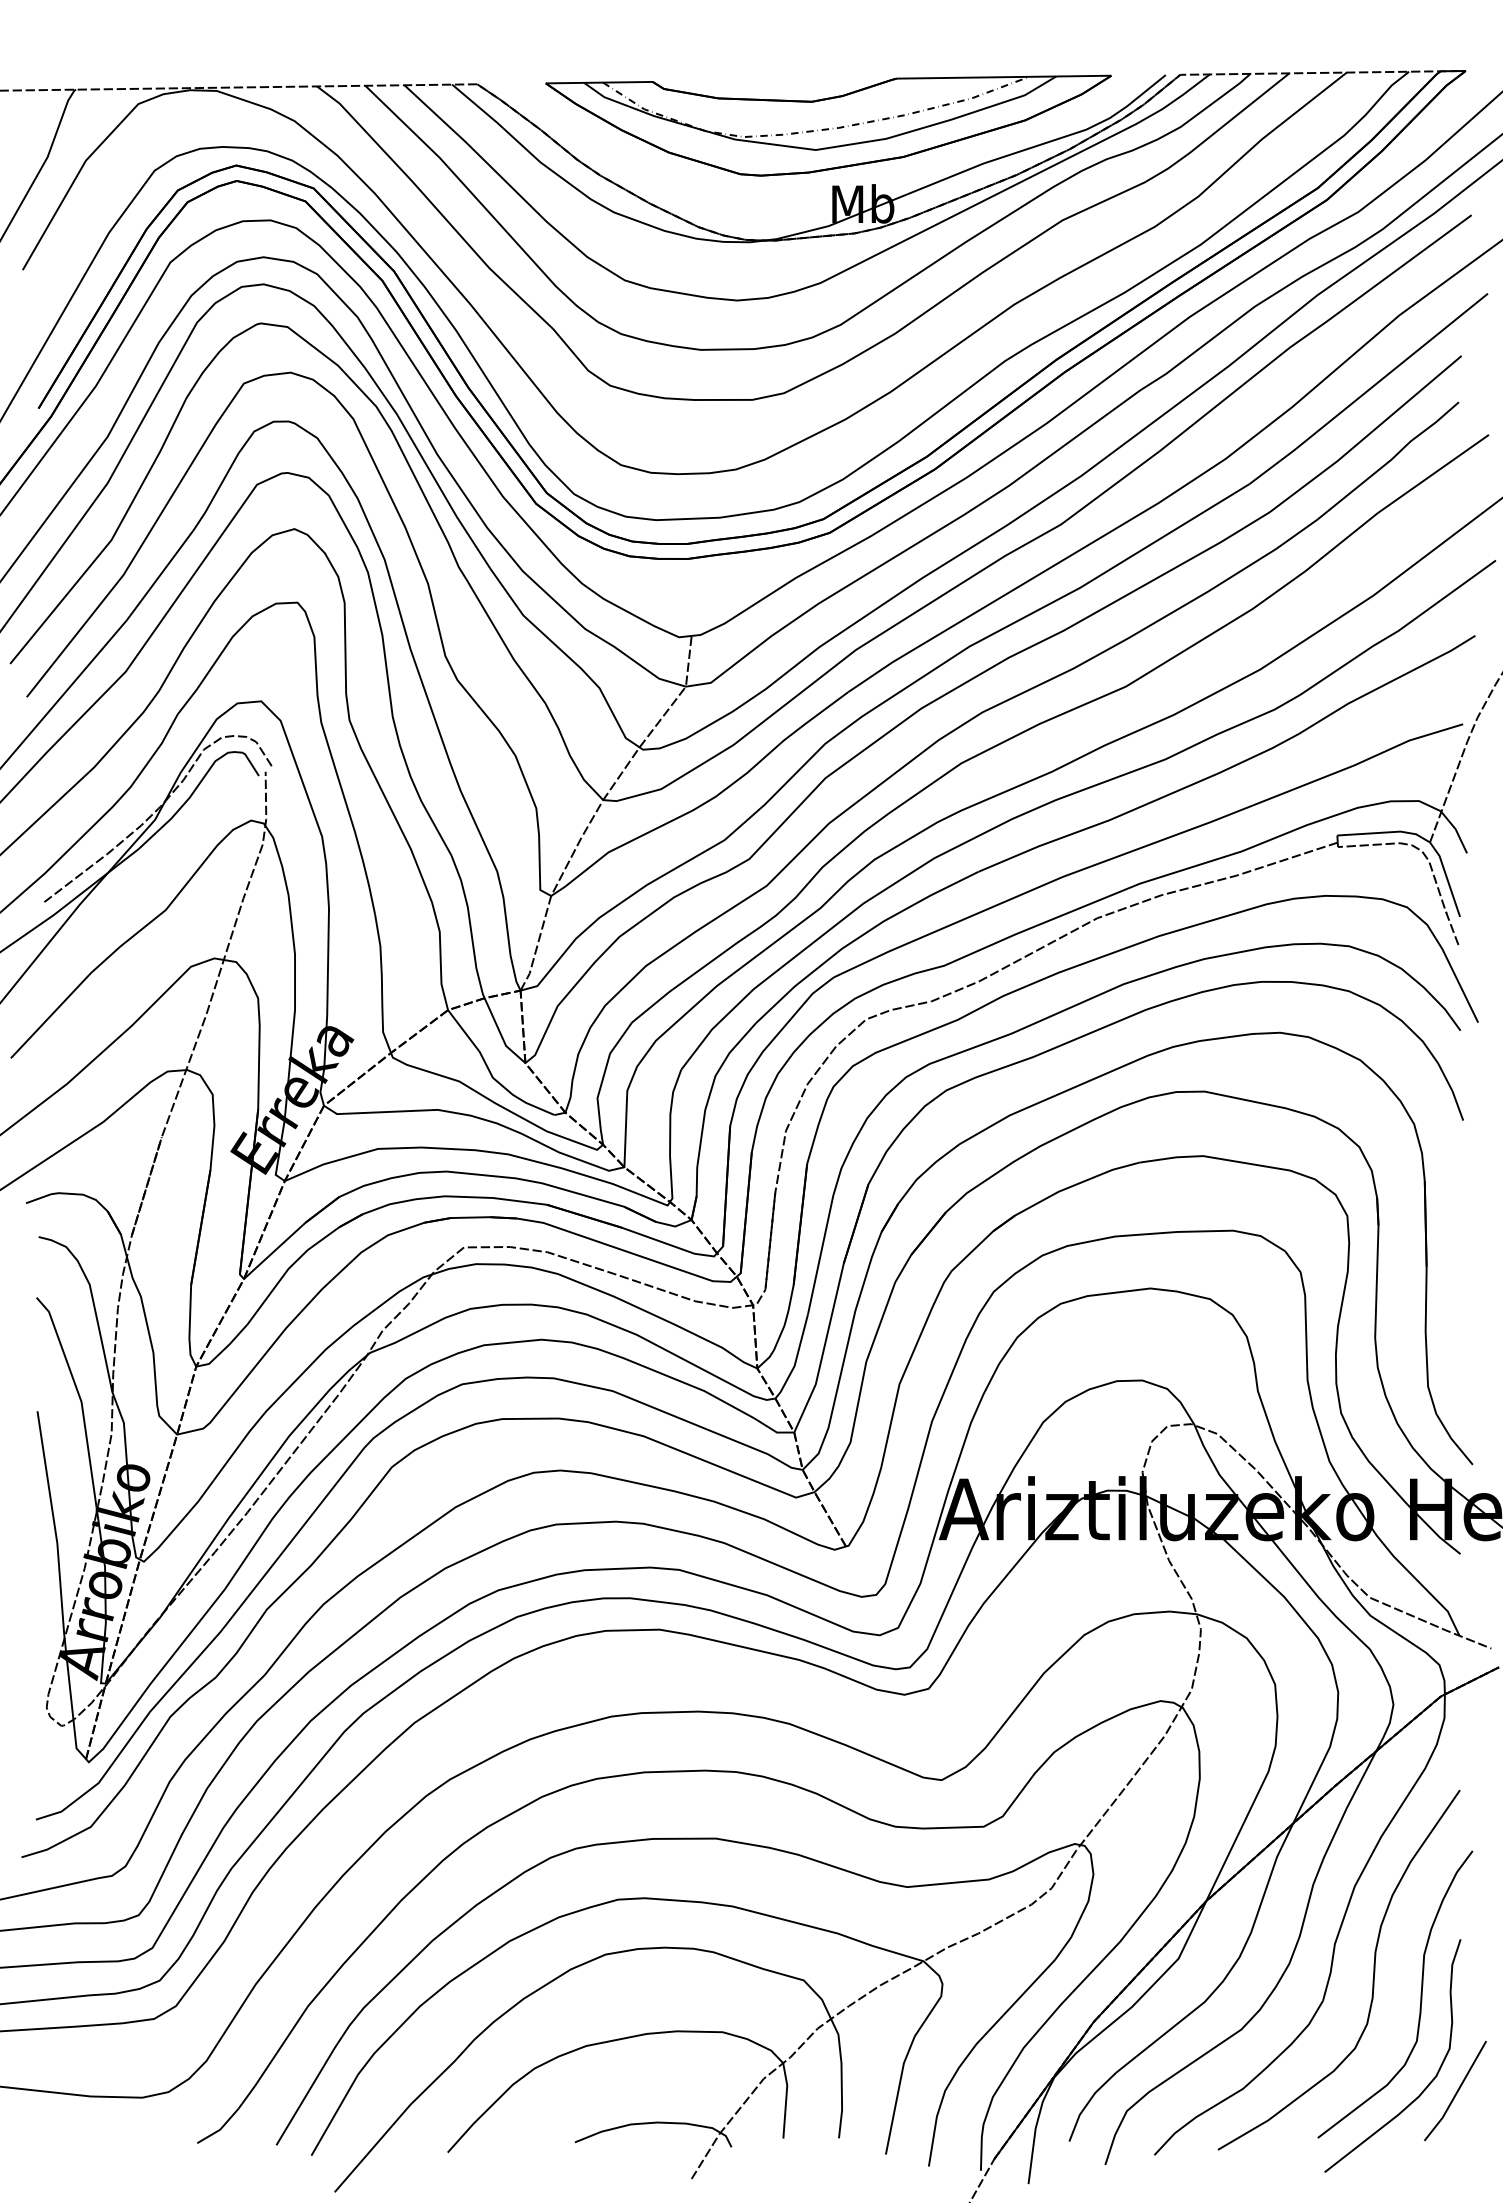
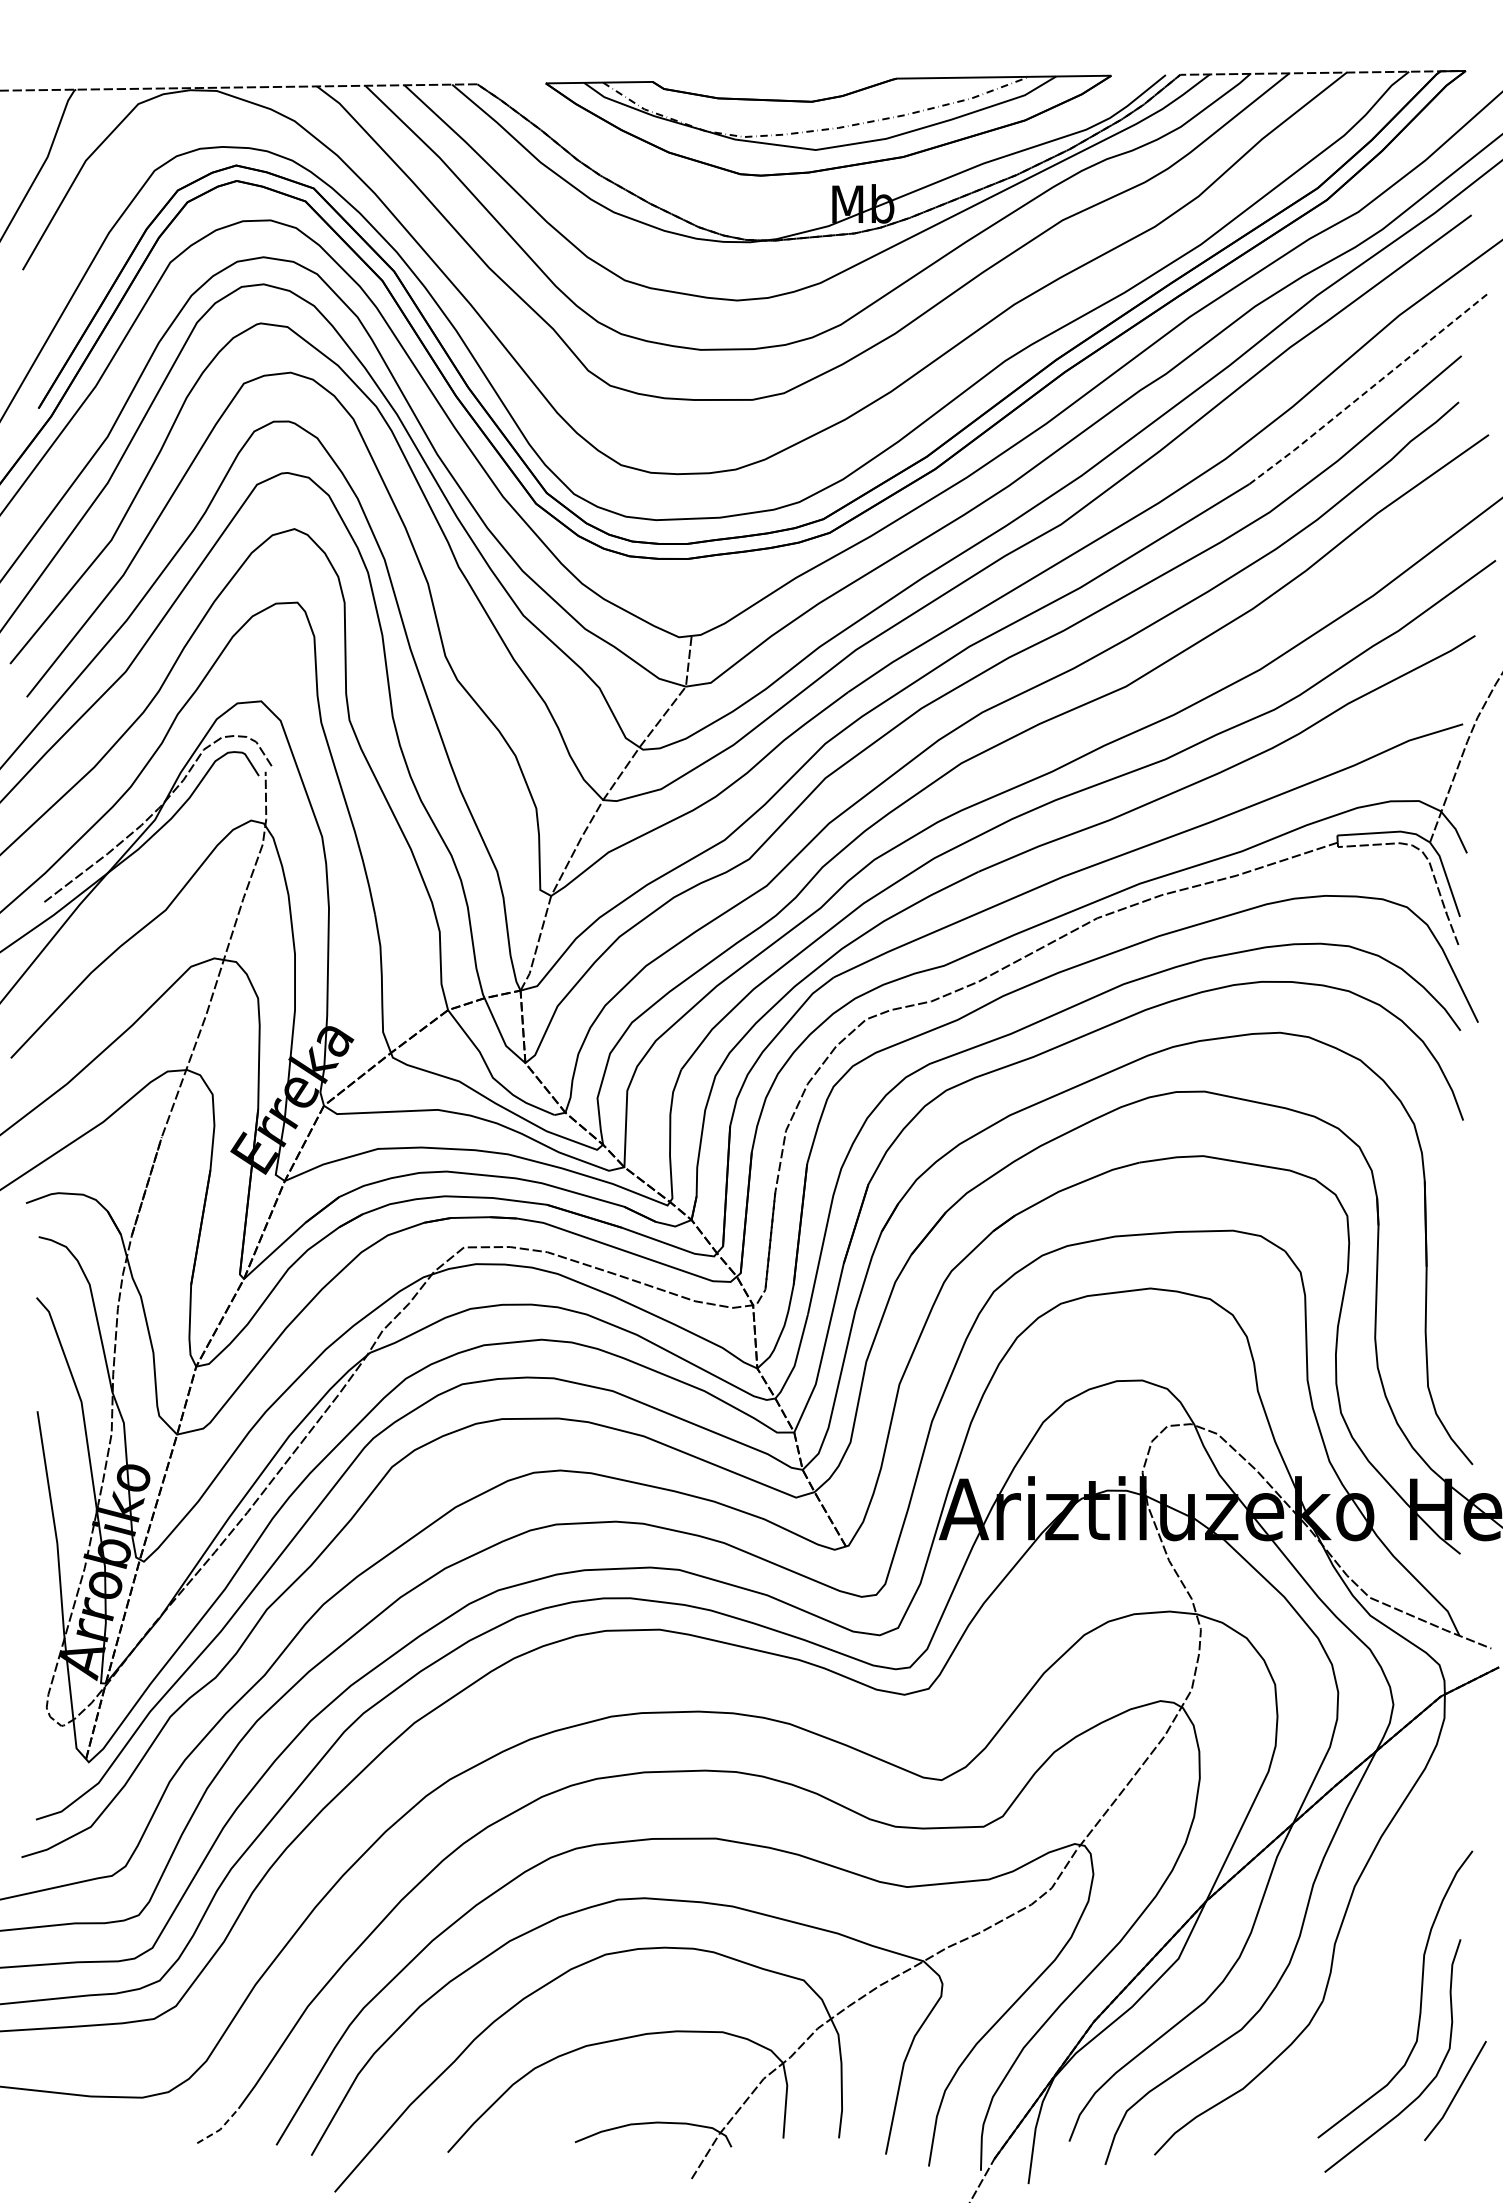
line at (1368, 390): solid -> dashed
curve at (1373, 1969): present -> none
line at (220, 2129): solid -> dashed
